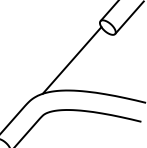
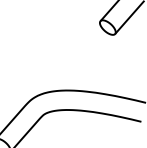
line at (71, 60): present -> none
